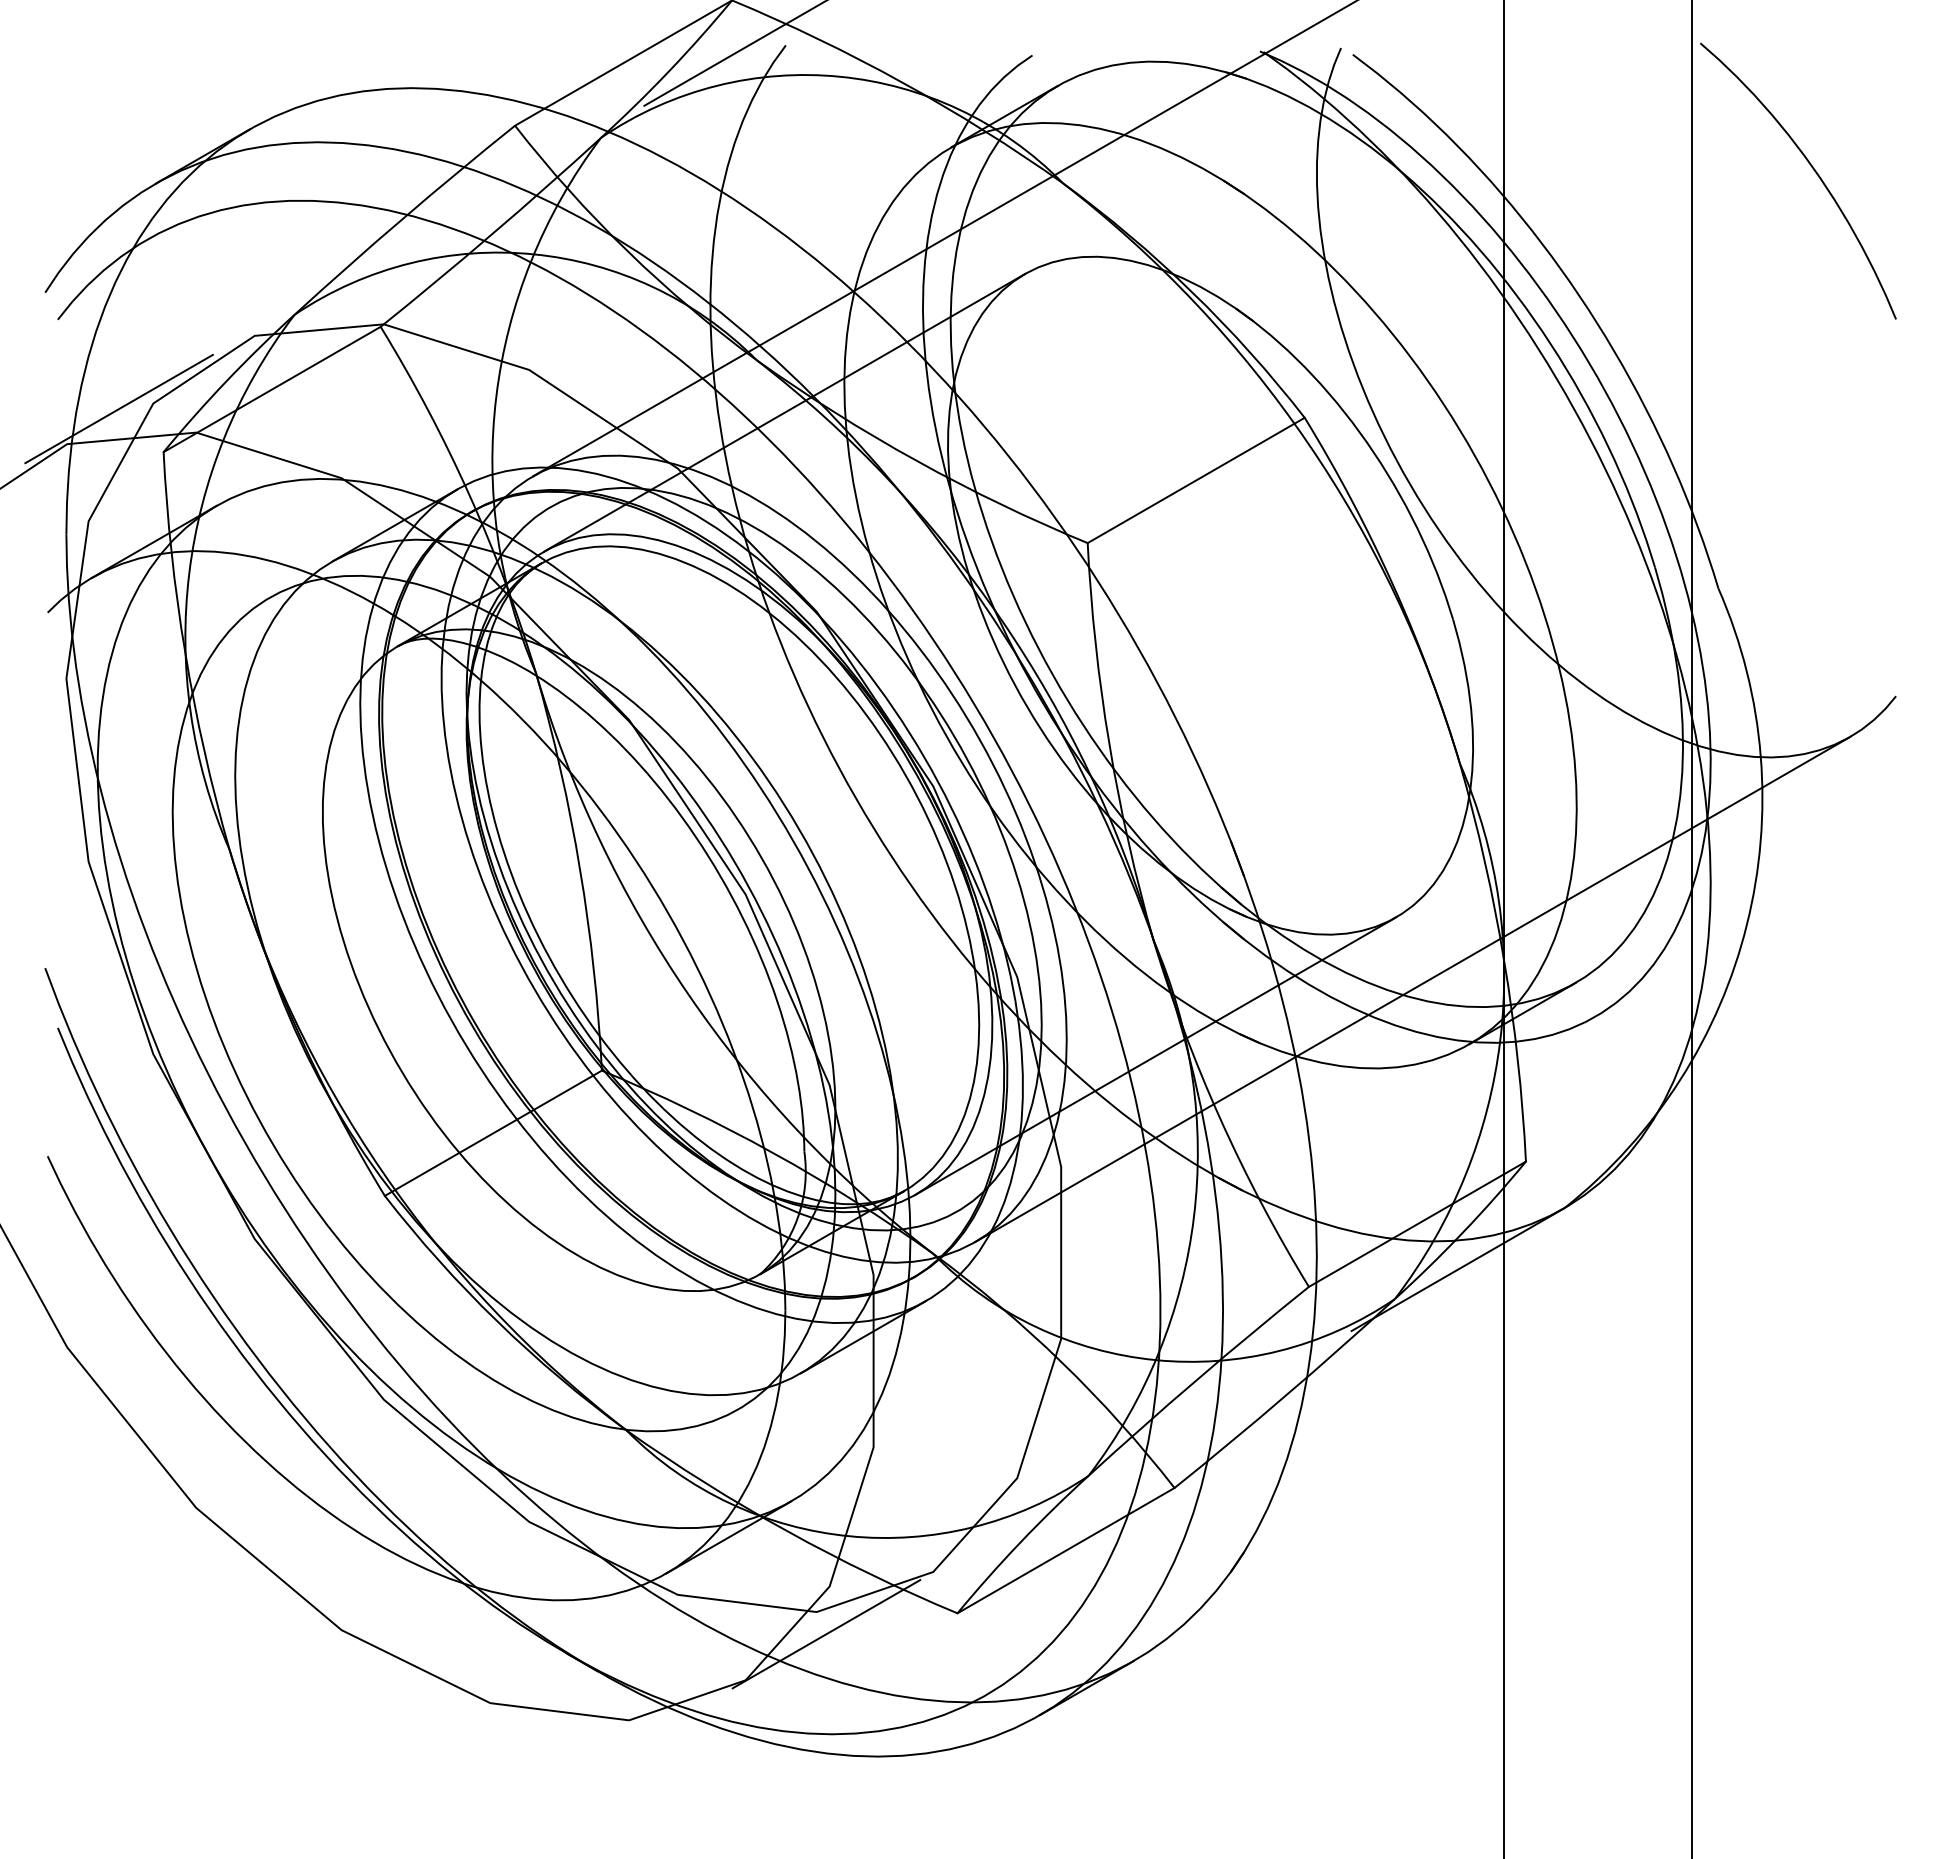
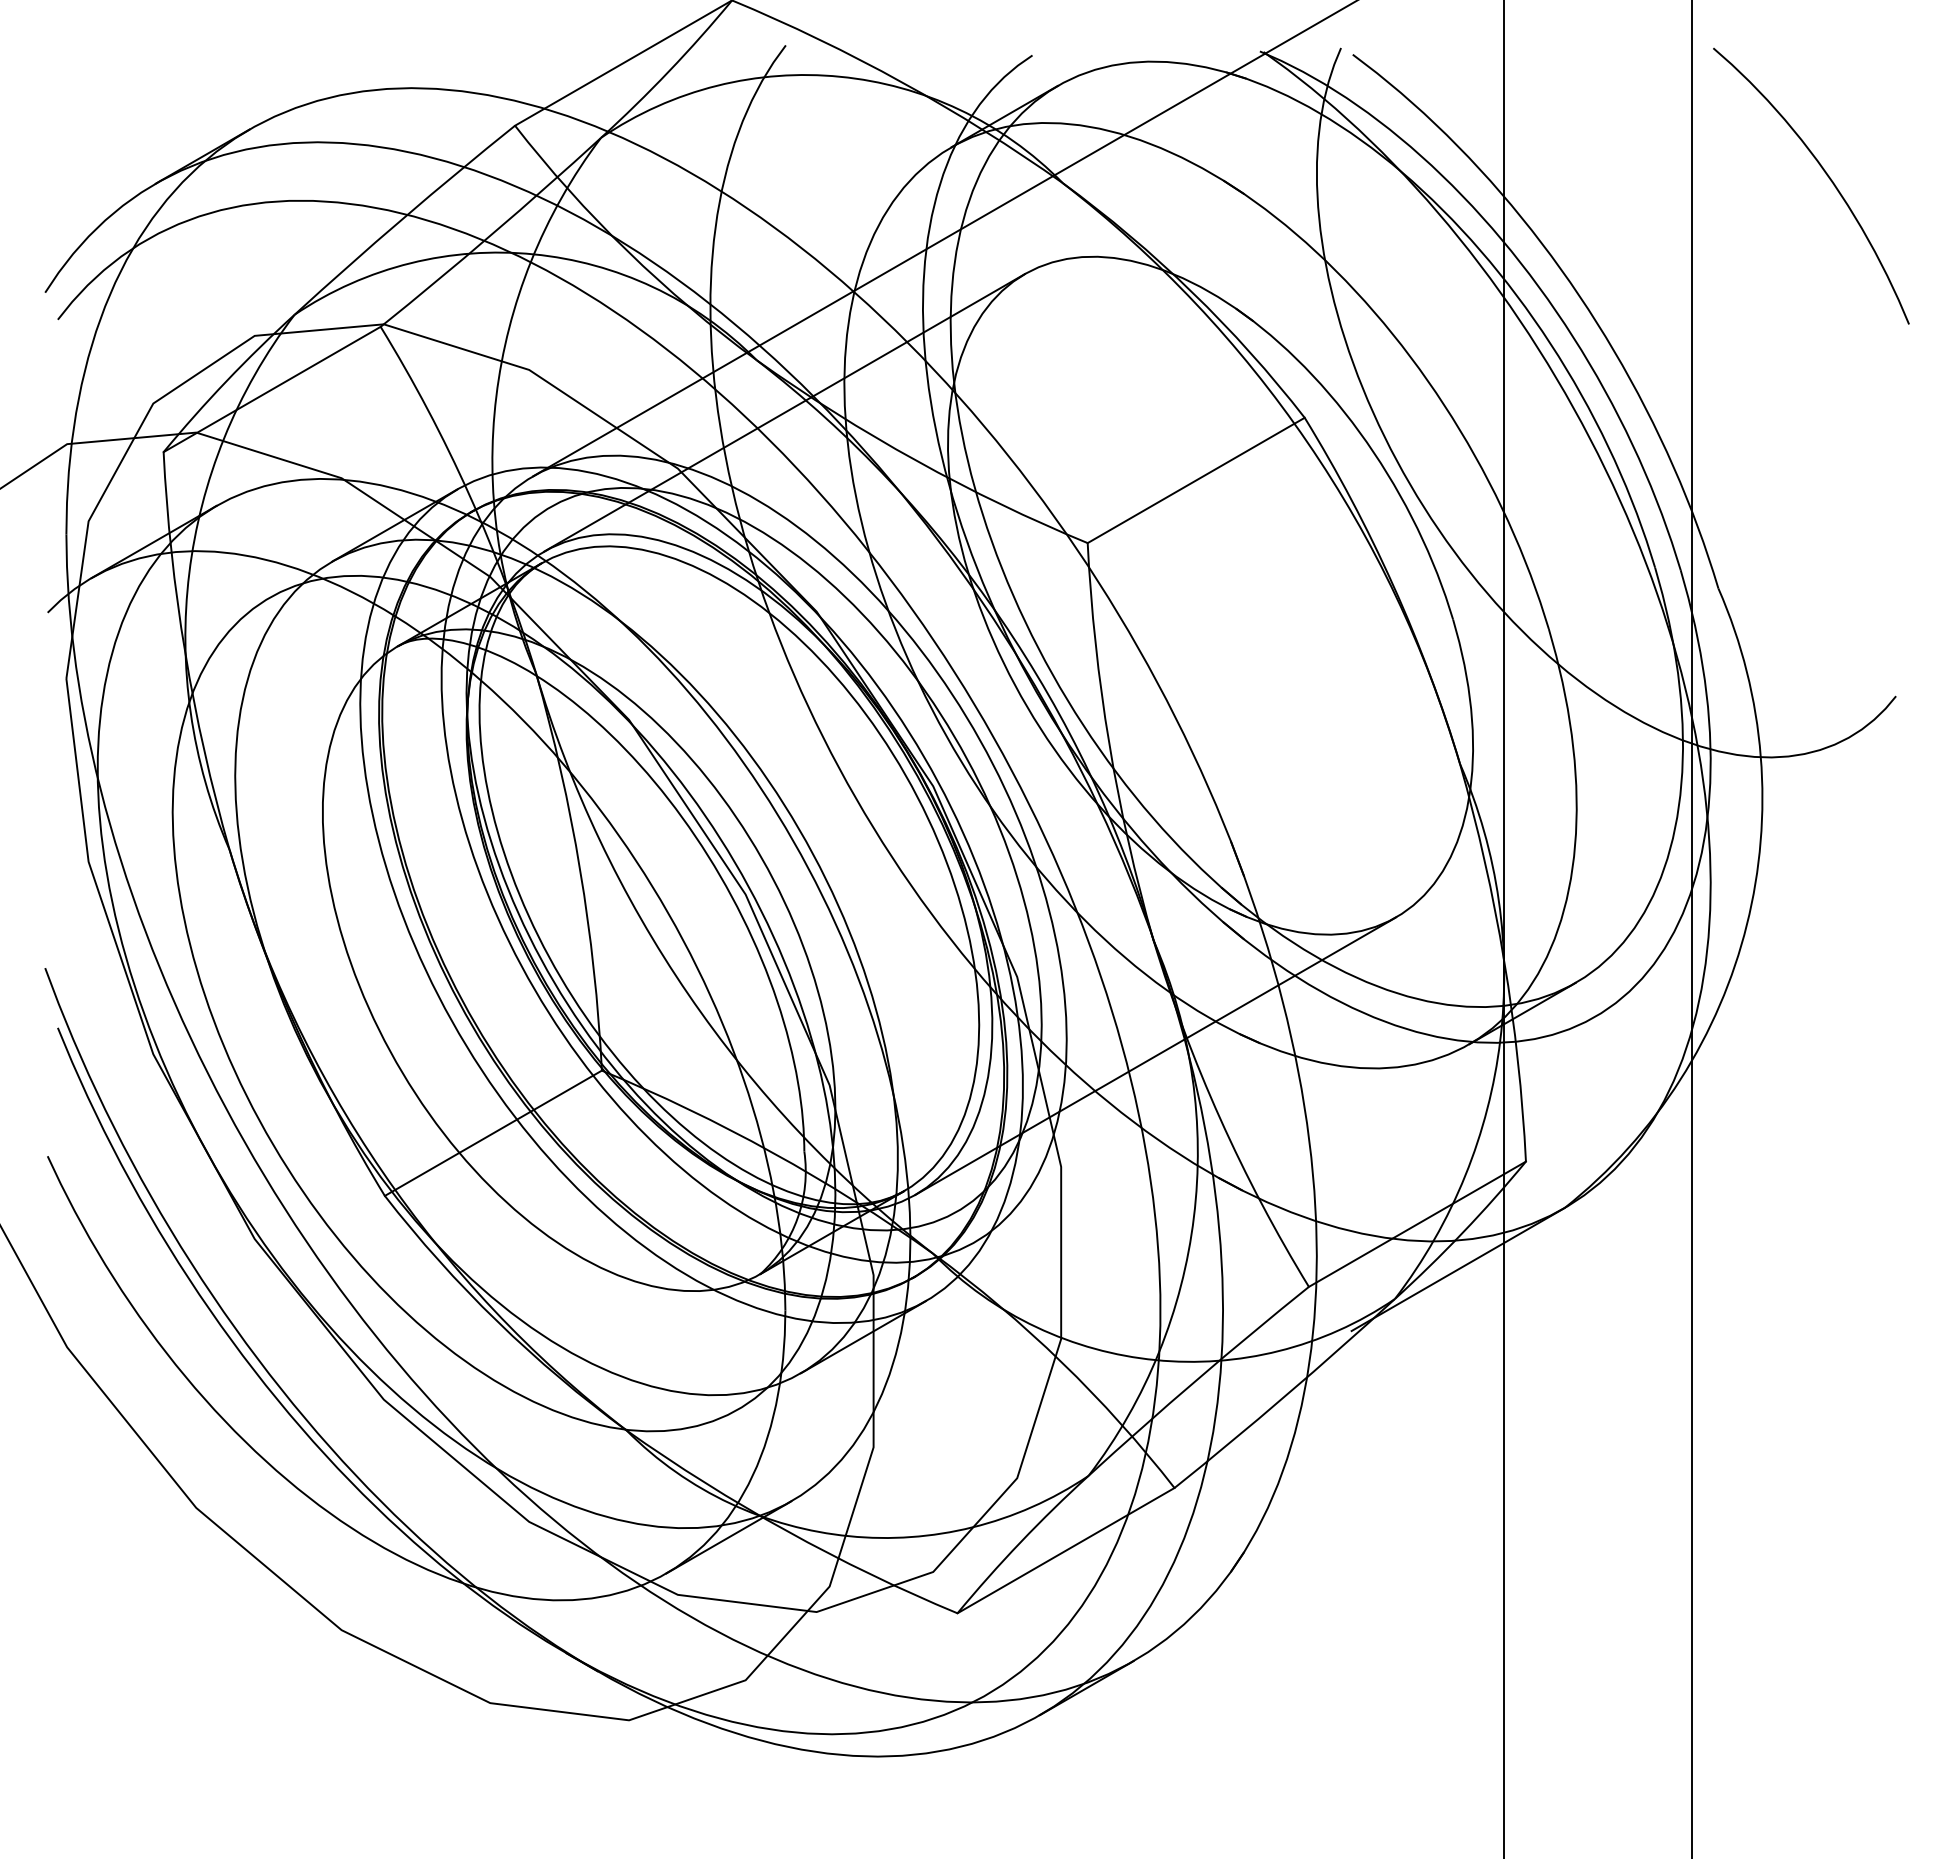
line at (733, 53): present -> none
curve at (1813, 170) position: (1813, 170) -> (1826, 175)
line at (118, 408): present -> none
line at (1412, 989): present -> none
line at (826, 1634): present -> none
